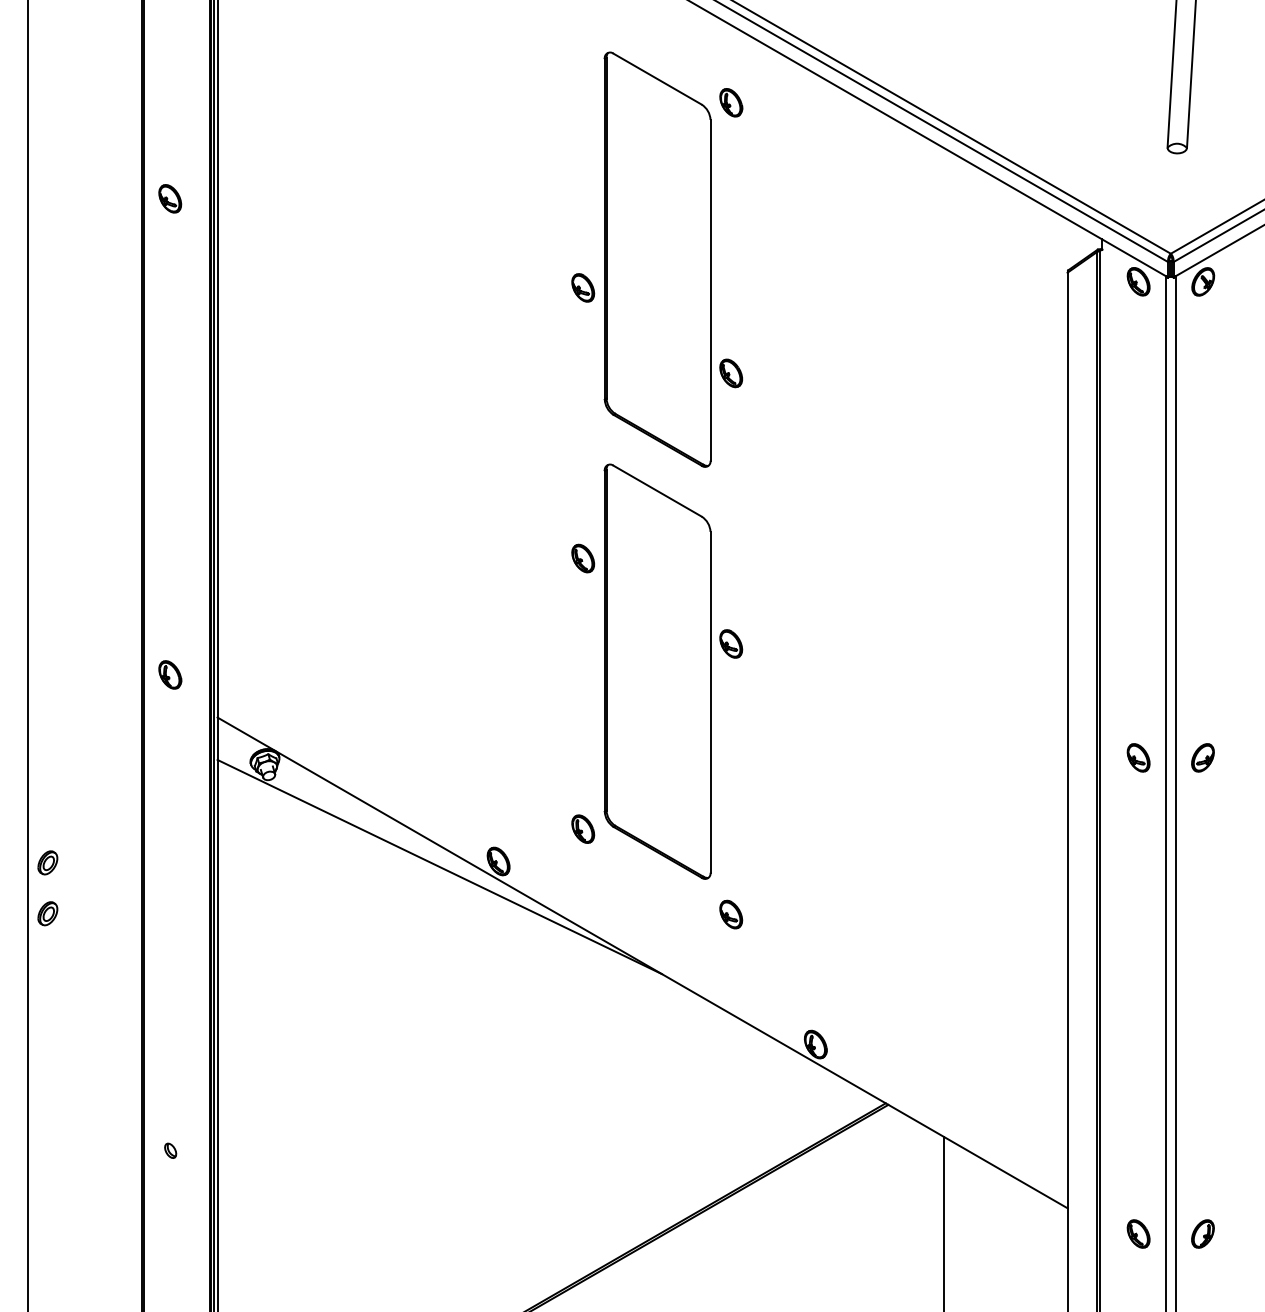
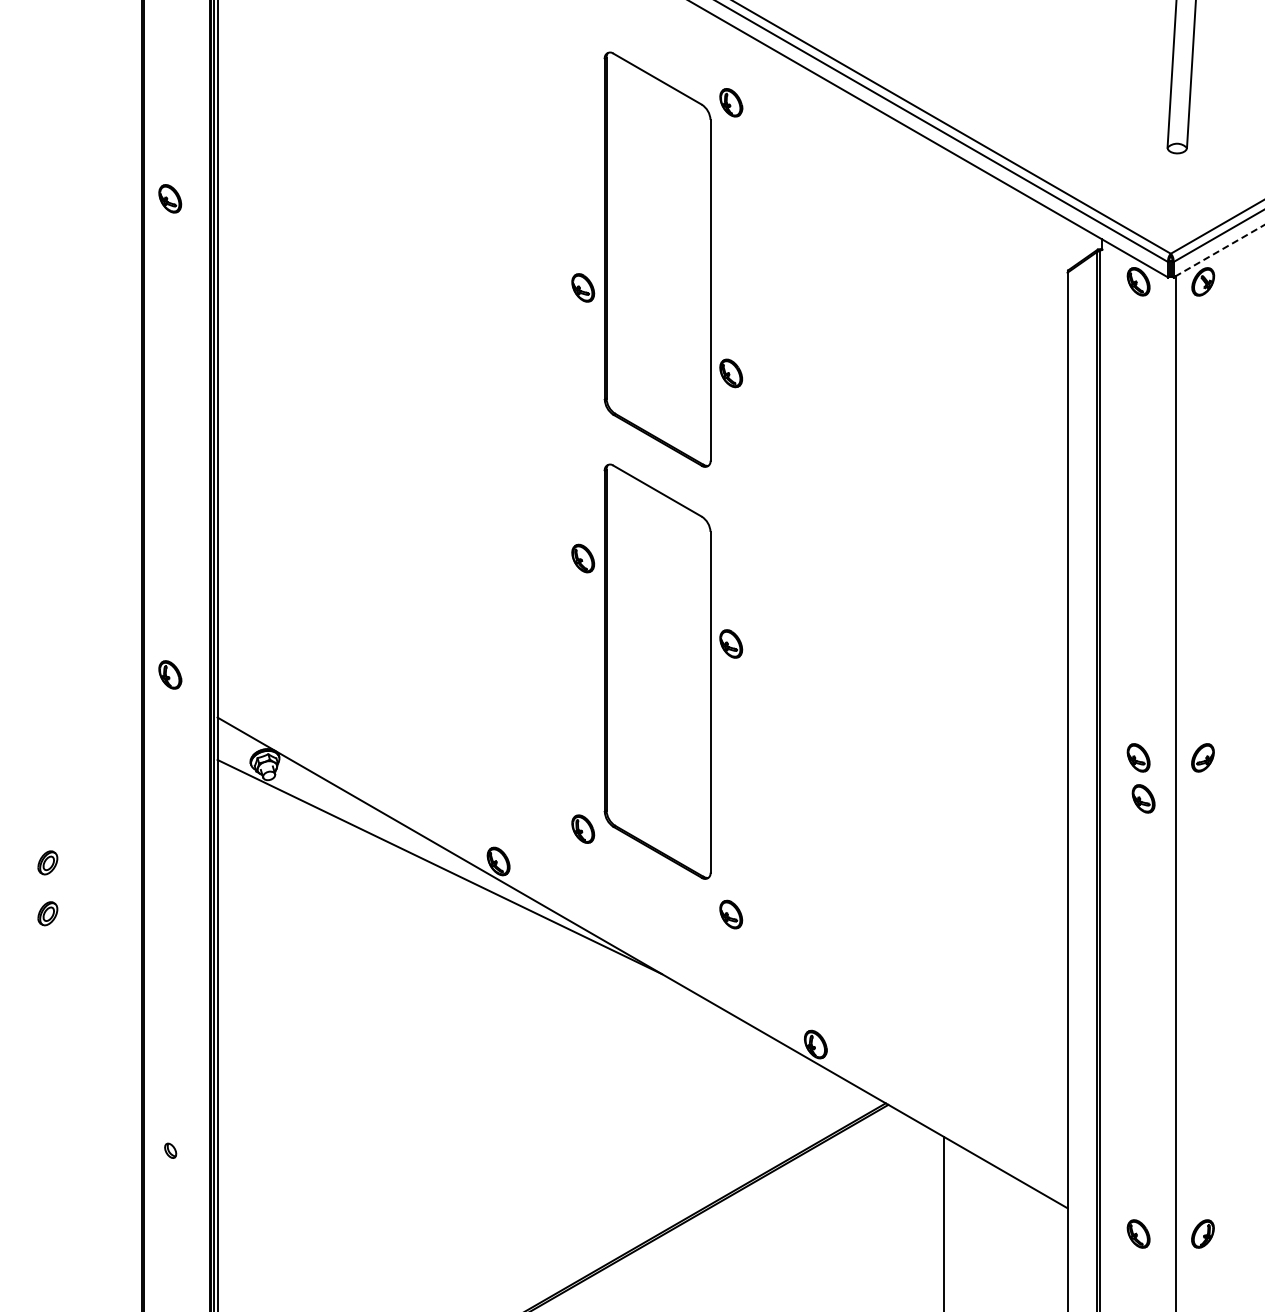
line at (1218, 251): solid -> dashed
line at (28, 655): present -> none
line at (1165, 792): present -> none
part at (1143, 798): none -> present
